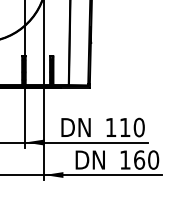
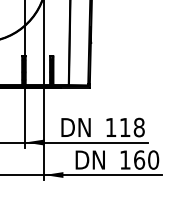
text at (138, 127): 110 -> 118
